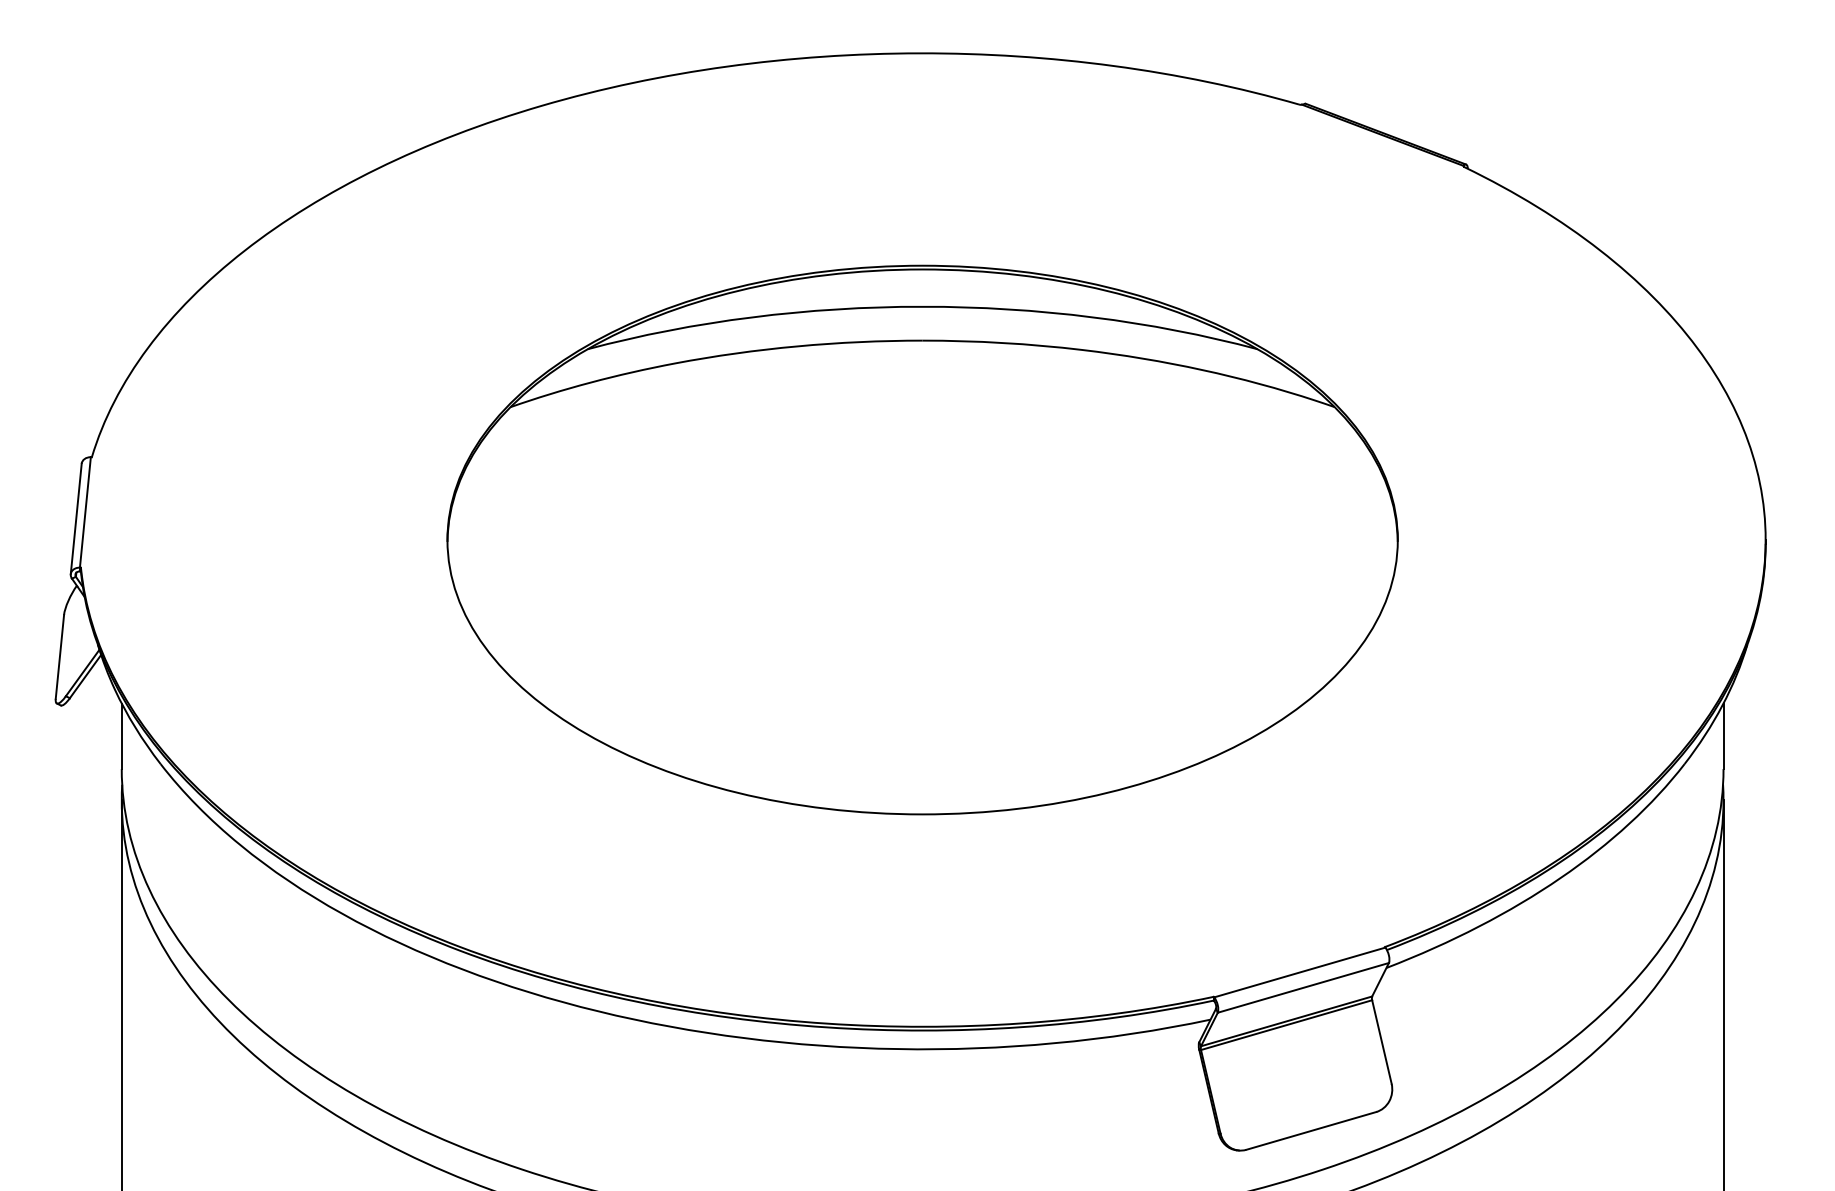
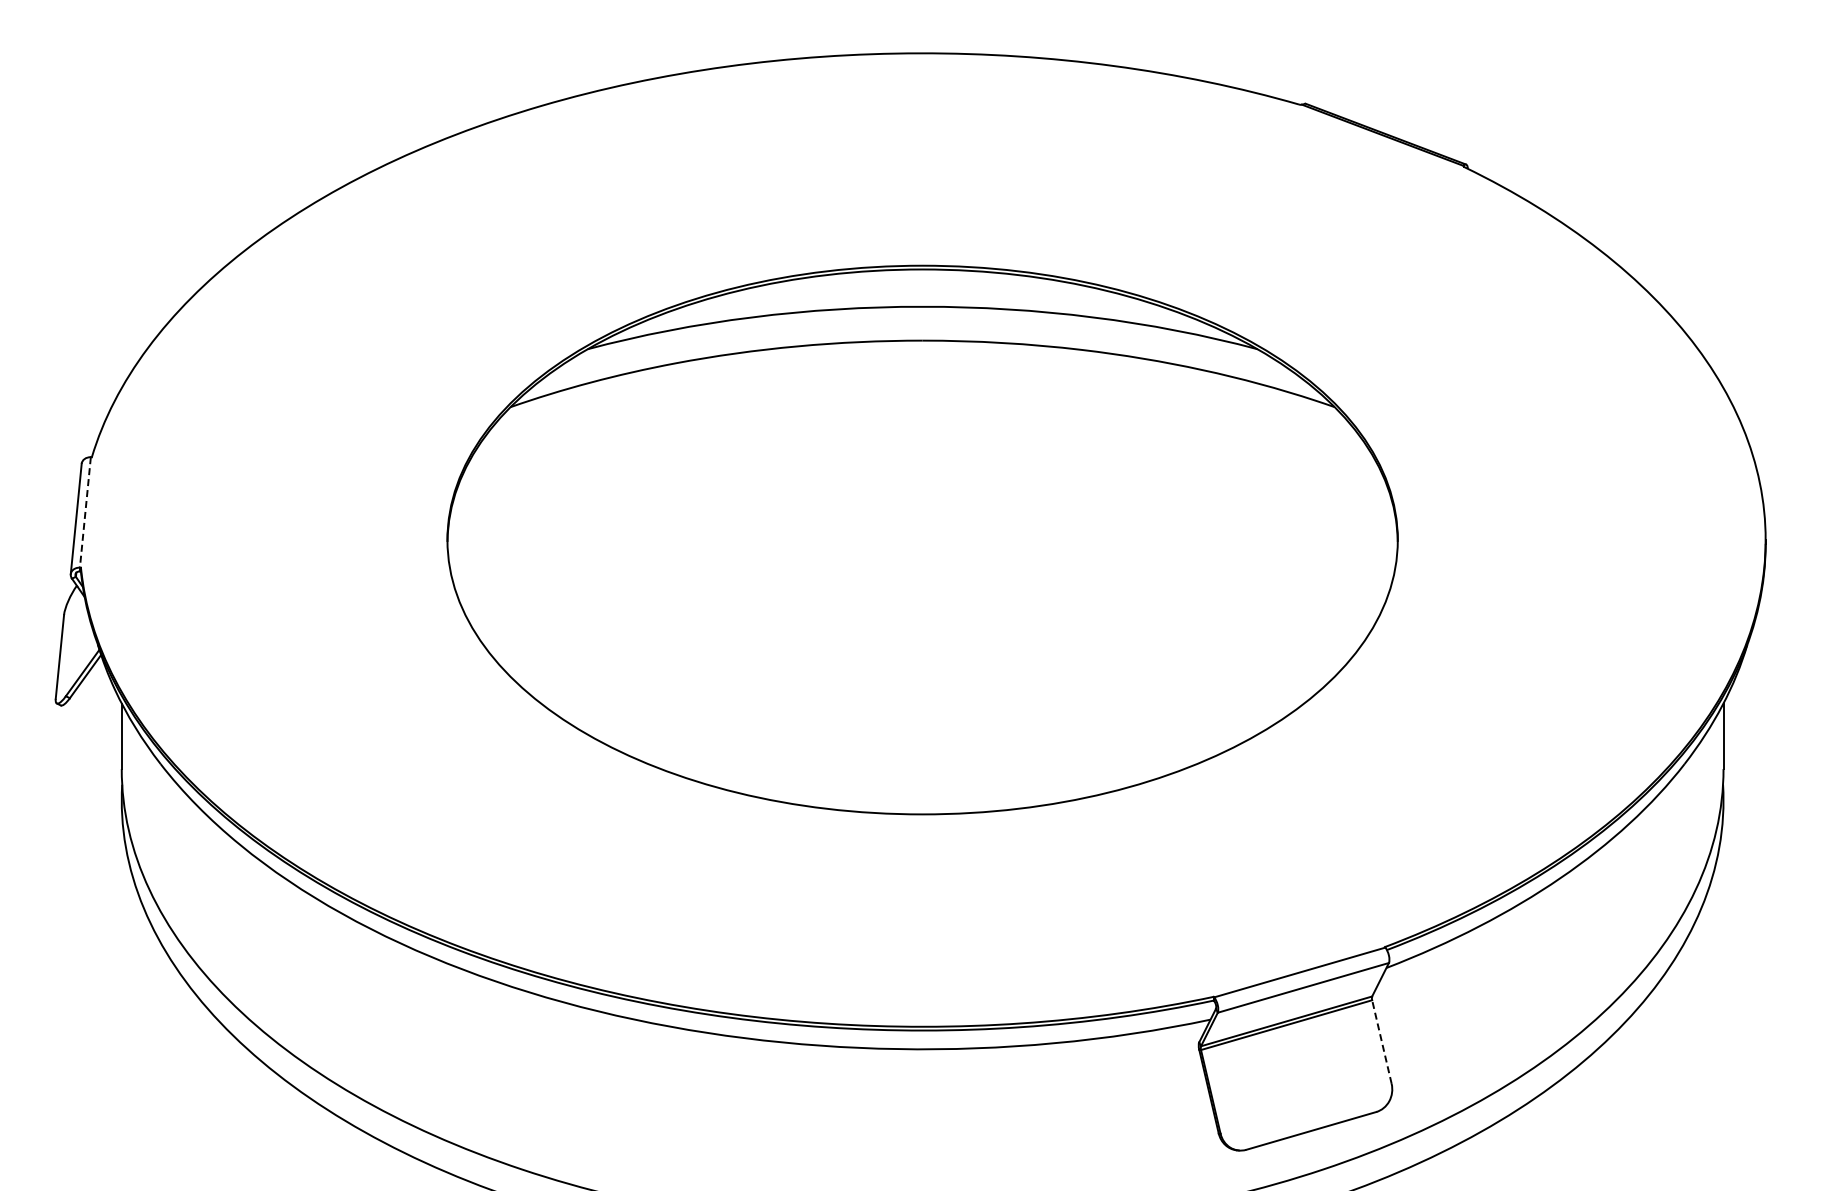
line at (85, 512): solid -> dashed
line at (121, 993): present -> none
line at (1723, 993): present -> none
line at (1381, 1042): solid -> dashed
